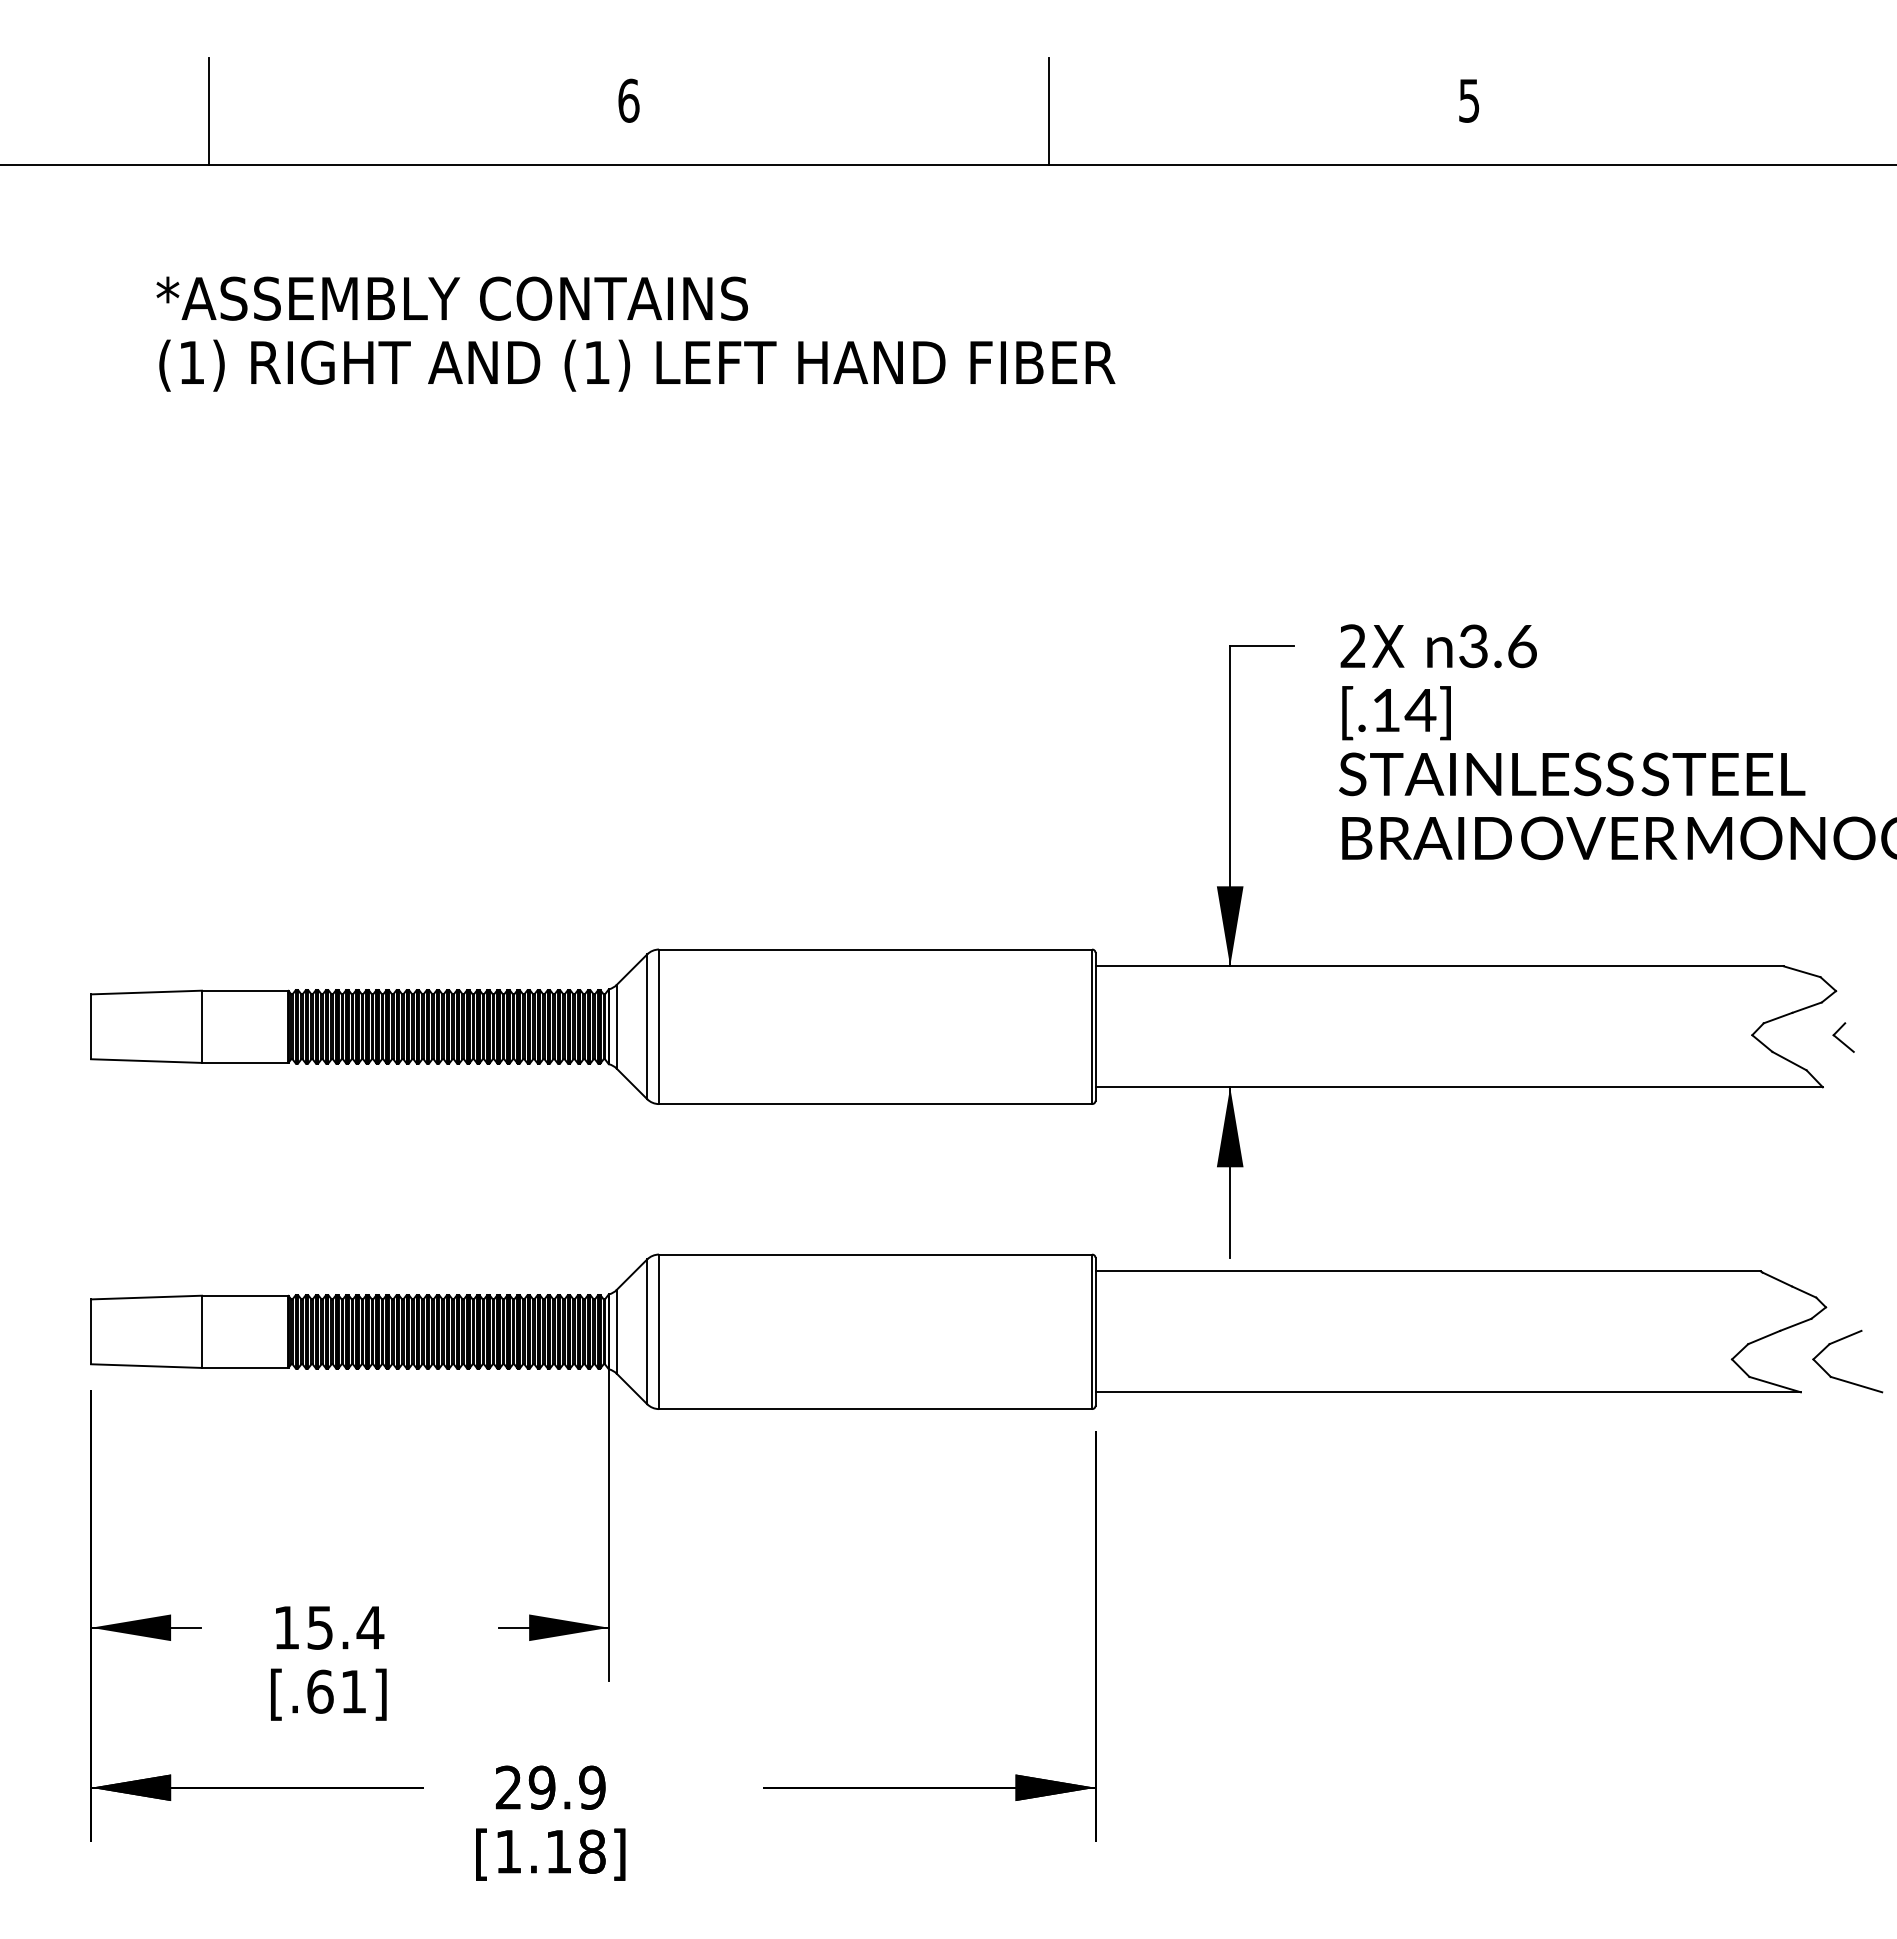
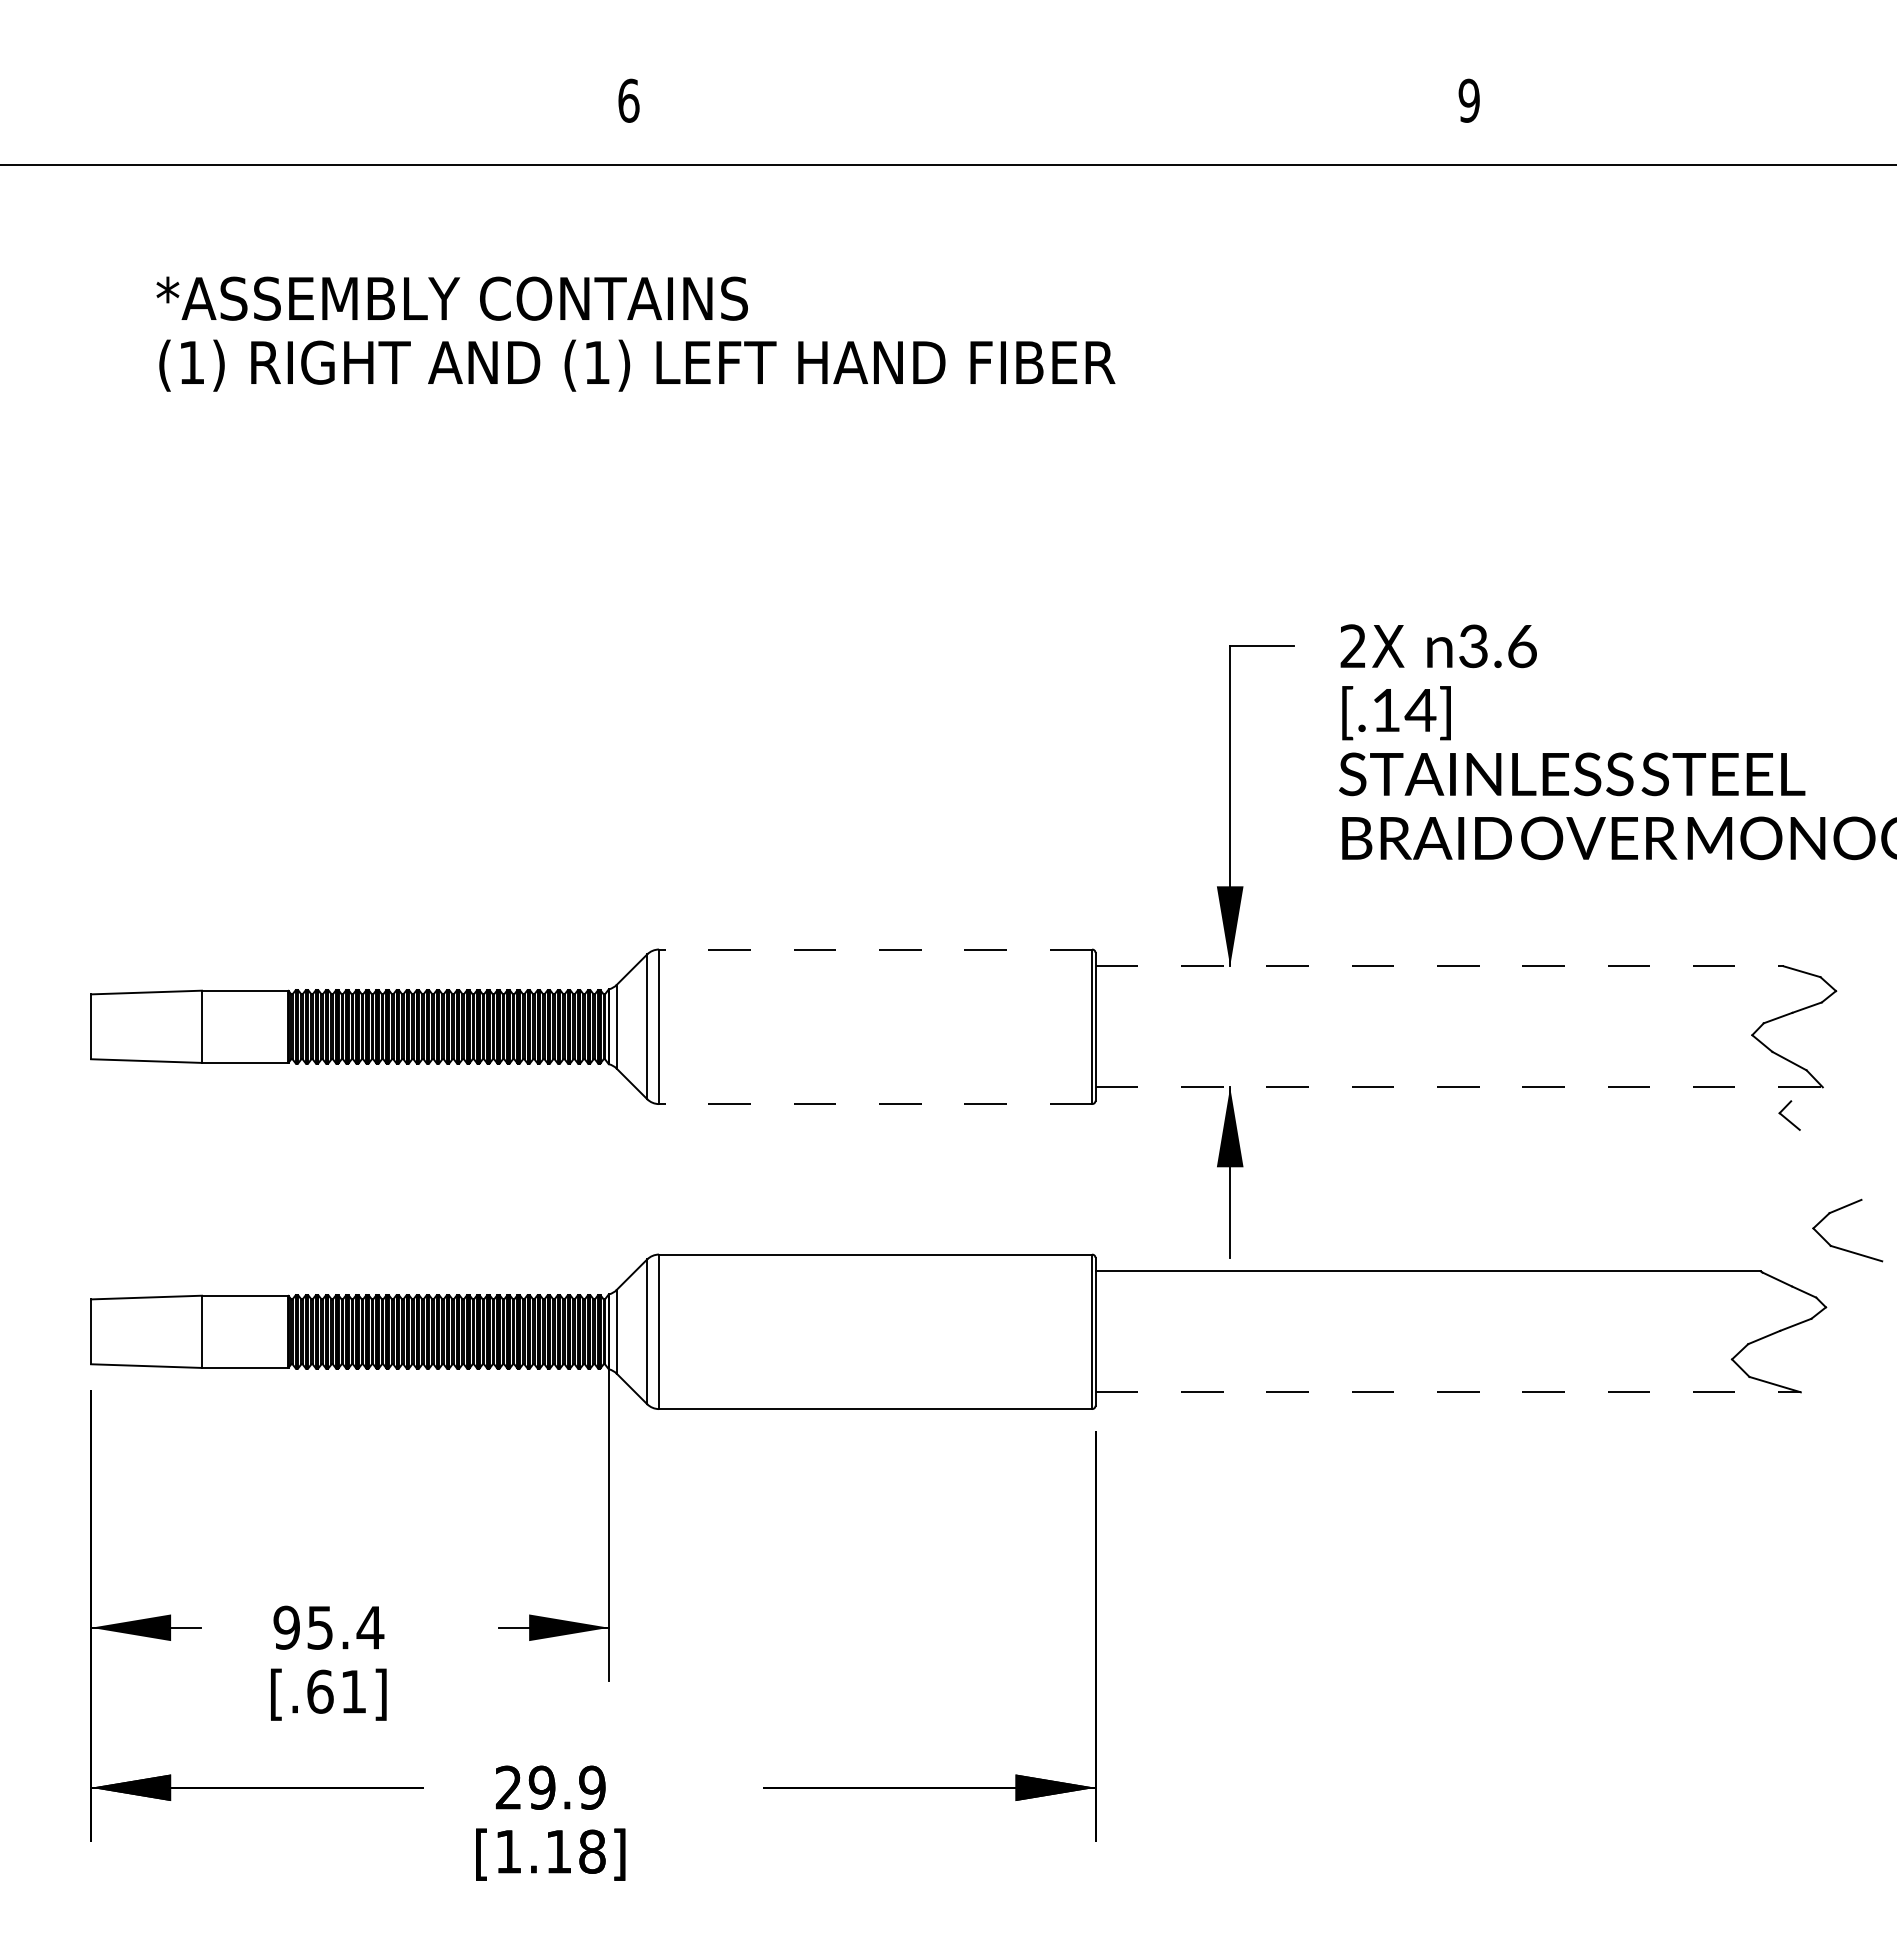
text at (1468, 100): 5 -> 9
line at (208, 111): present -> none
line at (1049, 111): present -> none
line at (875, 949): solid -> dashed
line at (1440, 966): solid -> dashed
part at (1843, 1037) position: (1843, 1037) -> (1789, 1115)
line at (1459, 1087): solid -> dashed
line at (875, 1104): solid -> dashed
part at (1840, 1378) position: (1840, 1378) -> (1840, 1247)
line at (1448, 1392): solid -> dashed
text at (286, 1627): 15.4 -> 95.4
